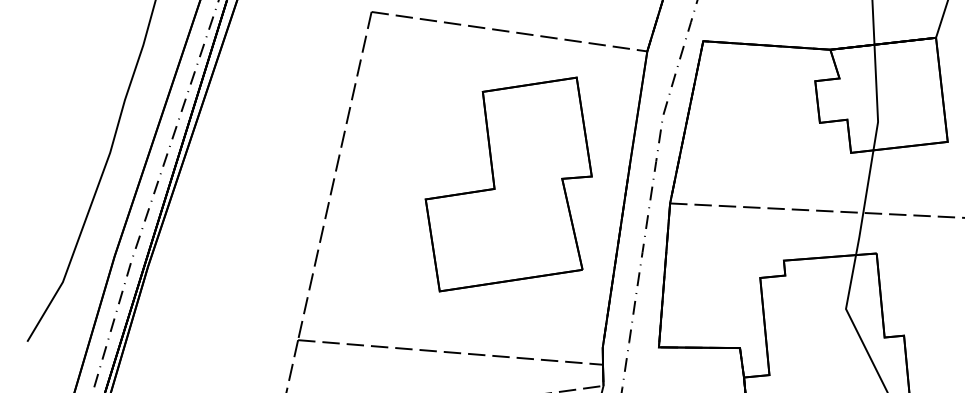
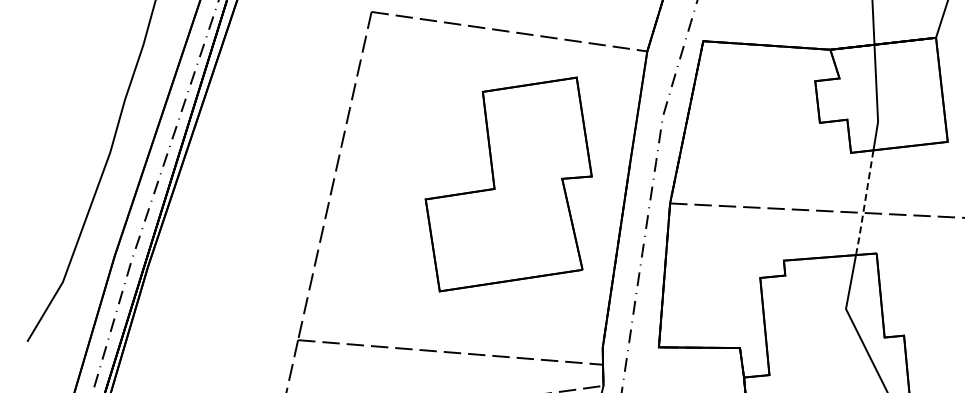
line at (864, 203): solid -> dashed
